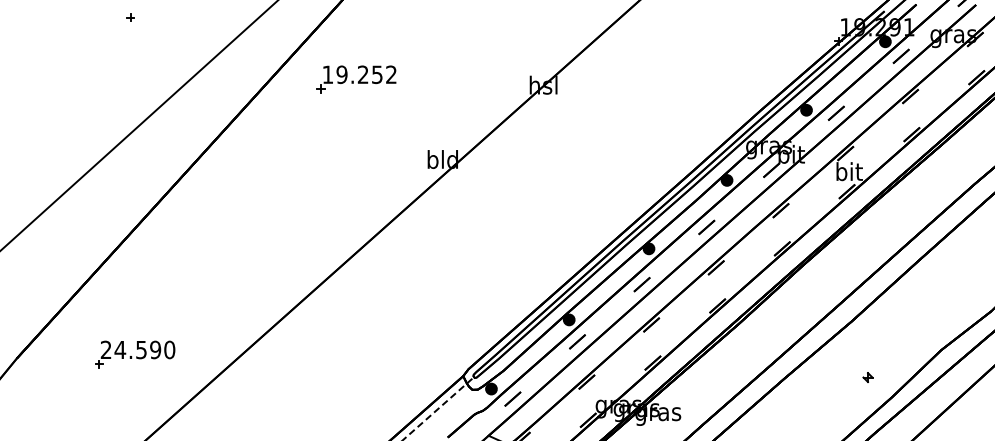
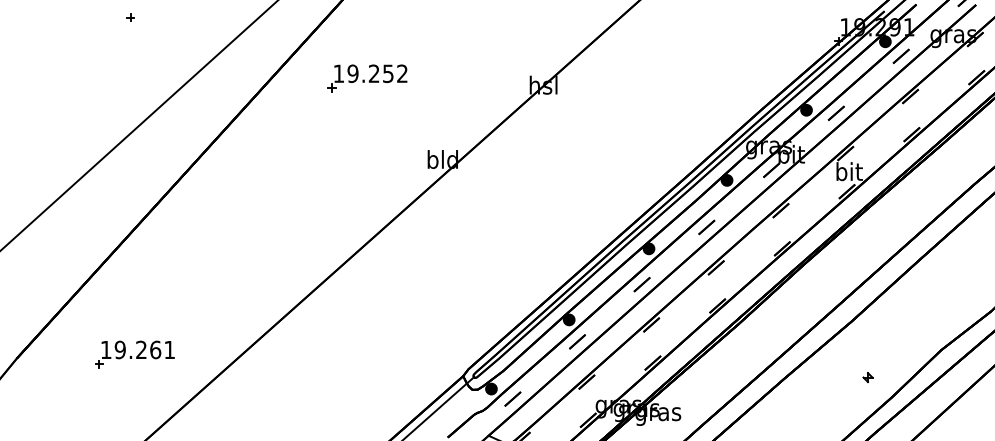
part at (356, 79) position: (356, 79) -> (367, 78)
text at (137, 349): 24.590 -> 19.261
line at (438, 408): dashed -> solid
